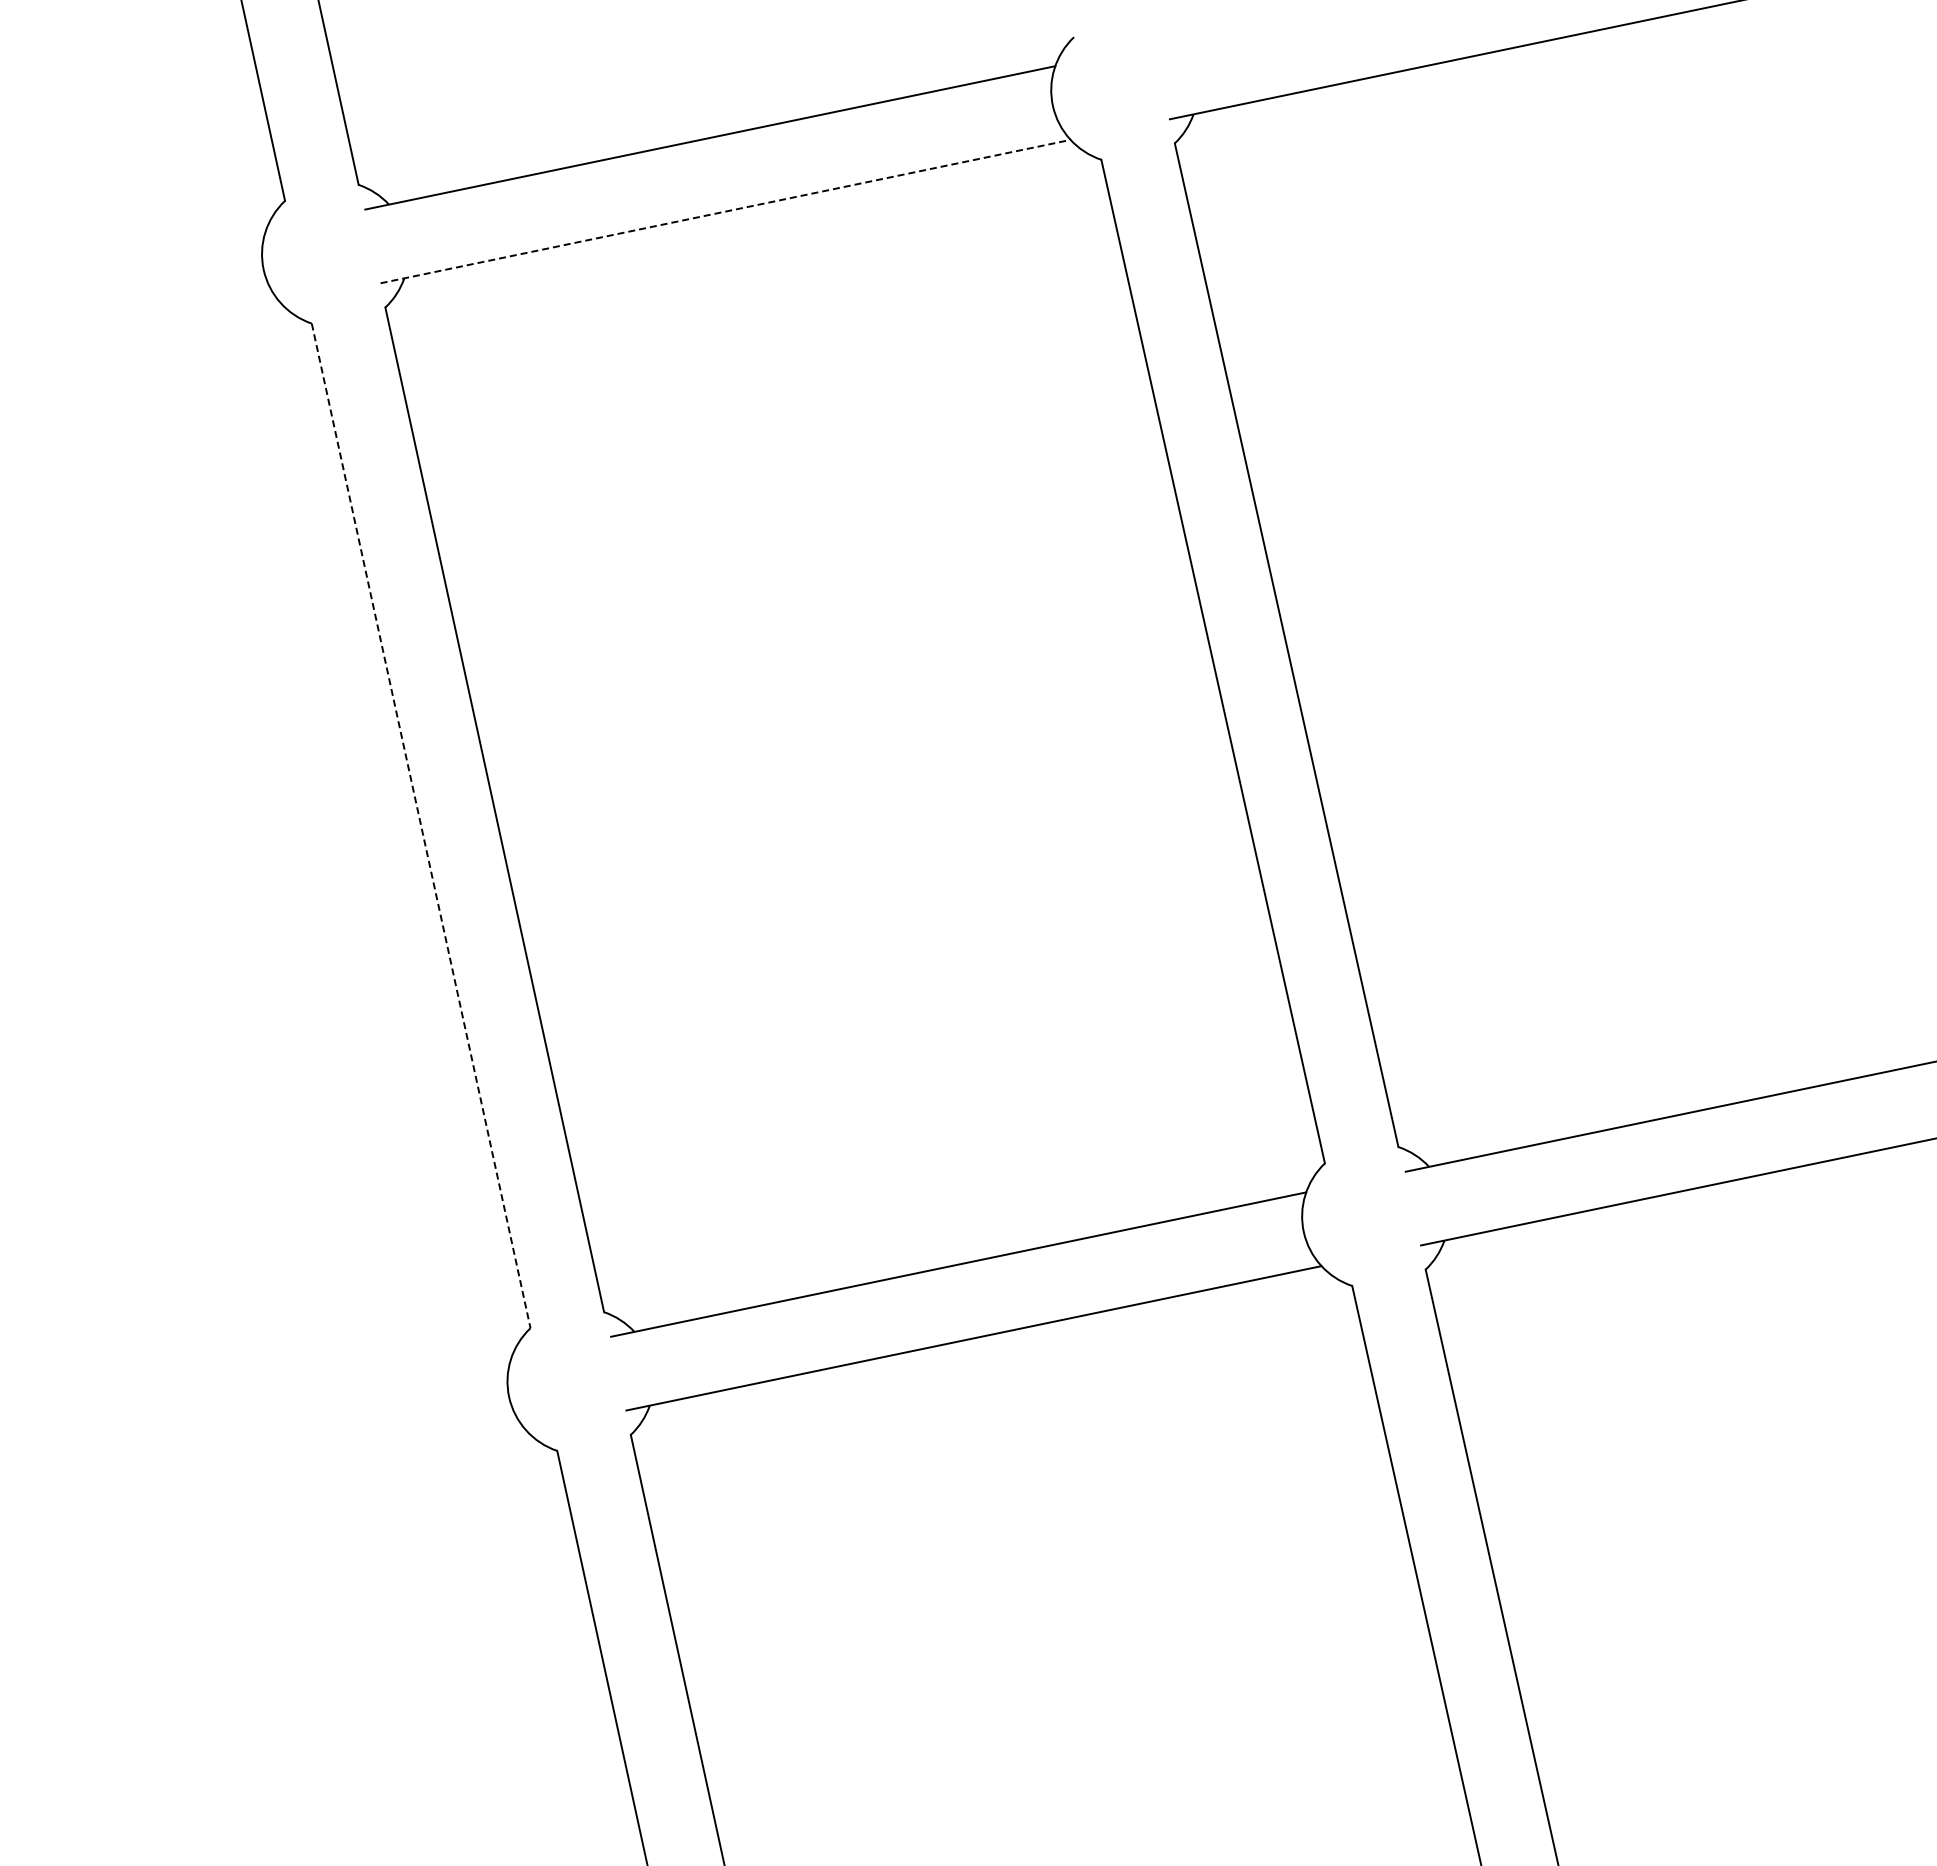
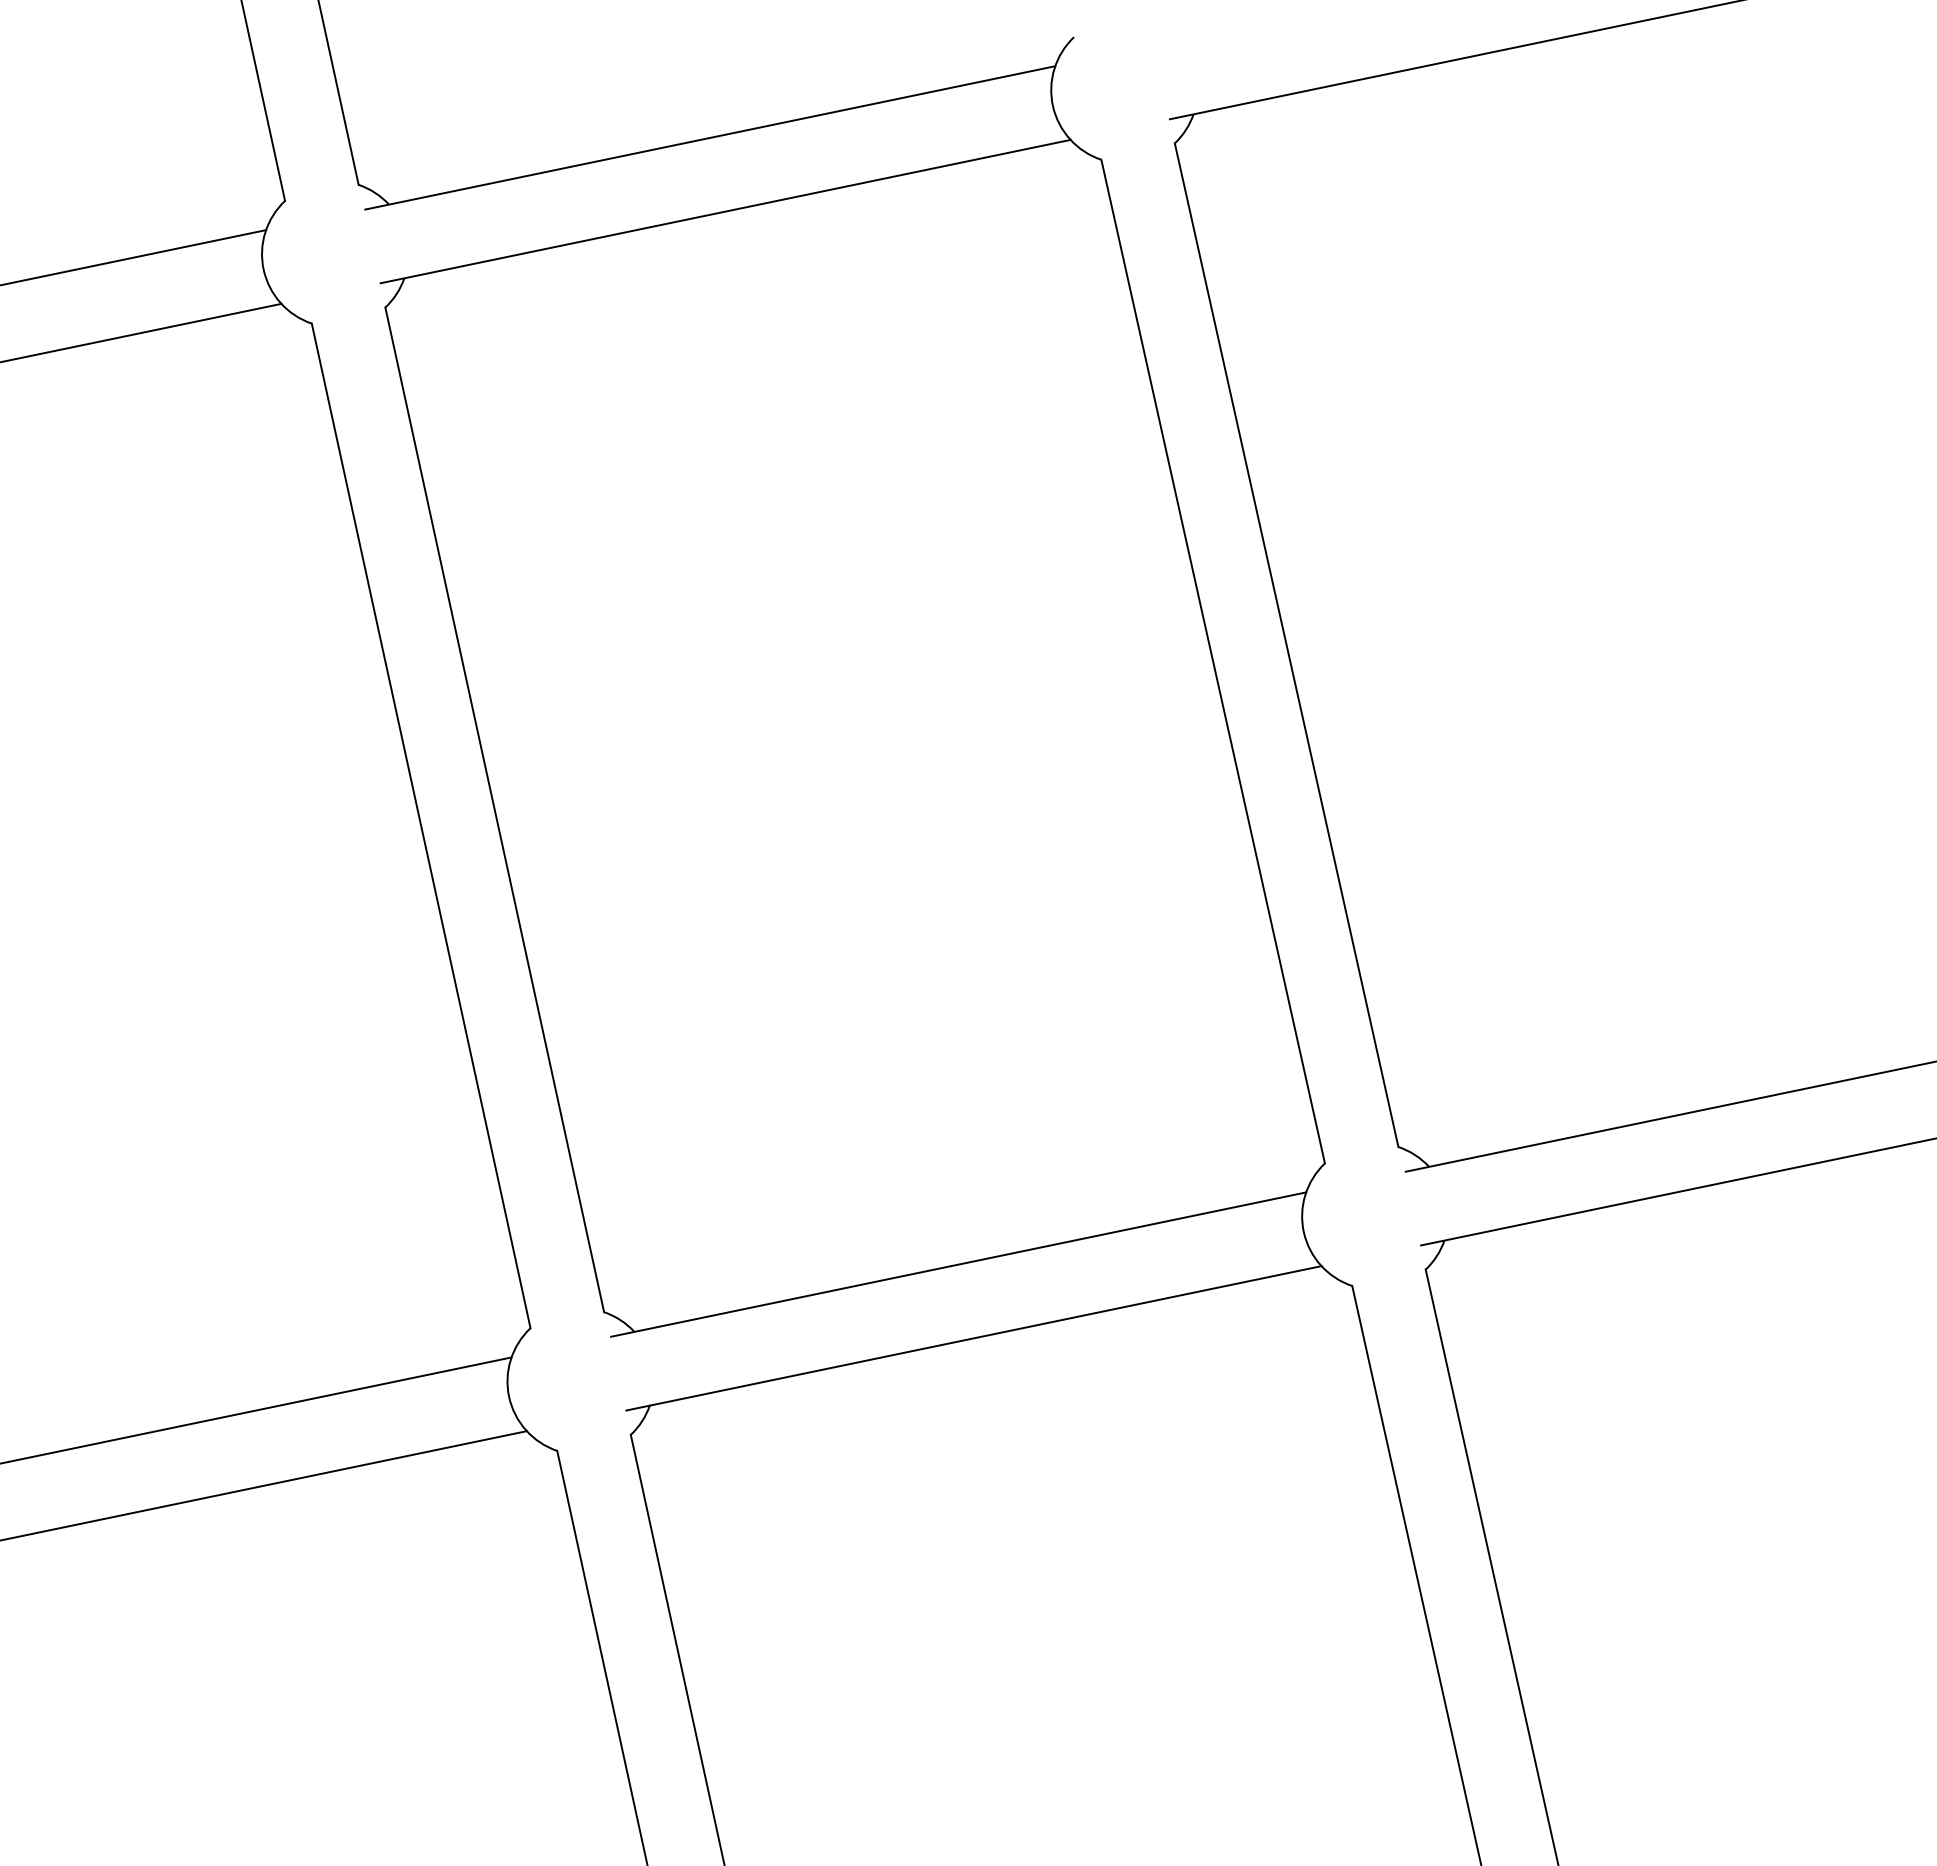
line at (726, 211): dashed -> solid
line at (134, 257): none -> present
line at (141, 332): none -> present
line at (421, 826): dashed -> solid
line at (256, 1410): none -> present
line at (264, 1485): none -> present
